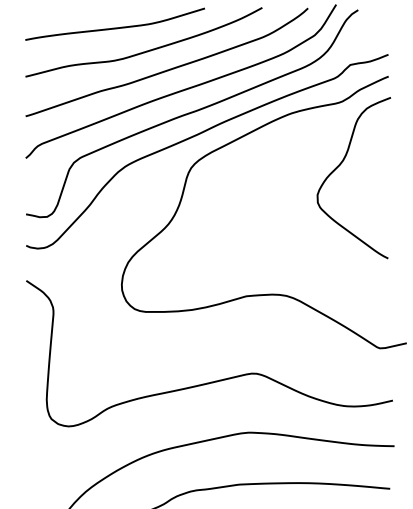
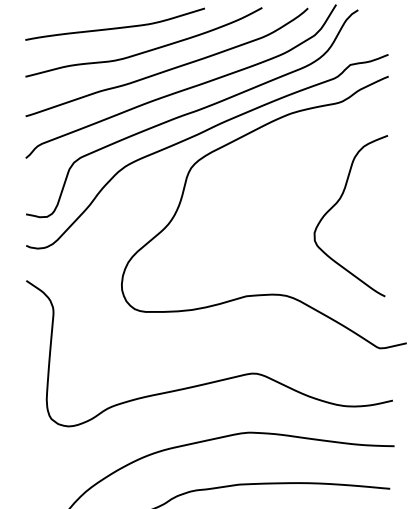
curve at (340, 165) position: (340, 165) -> (337, 203)
